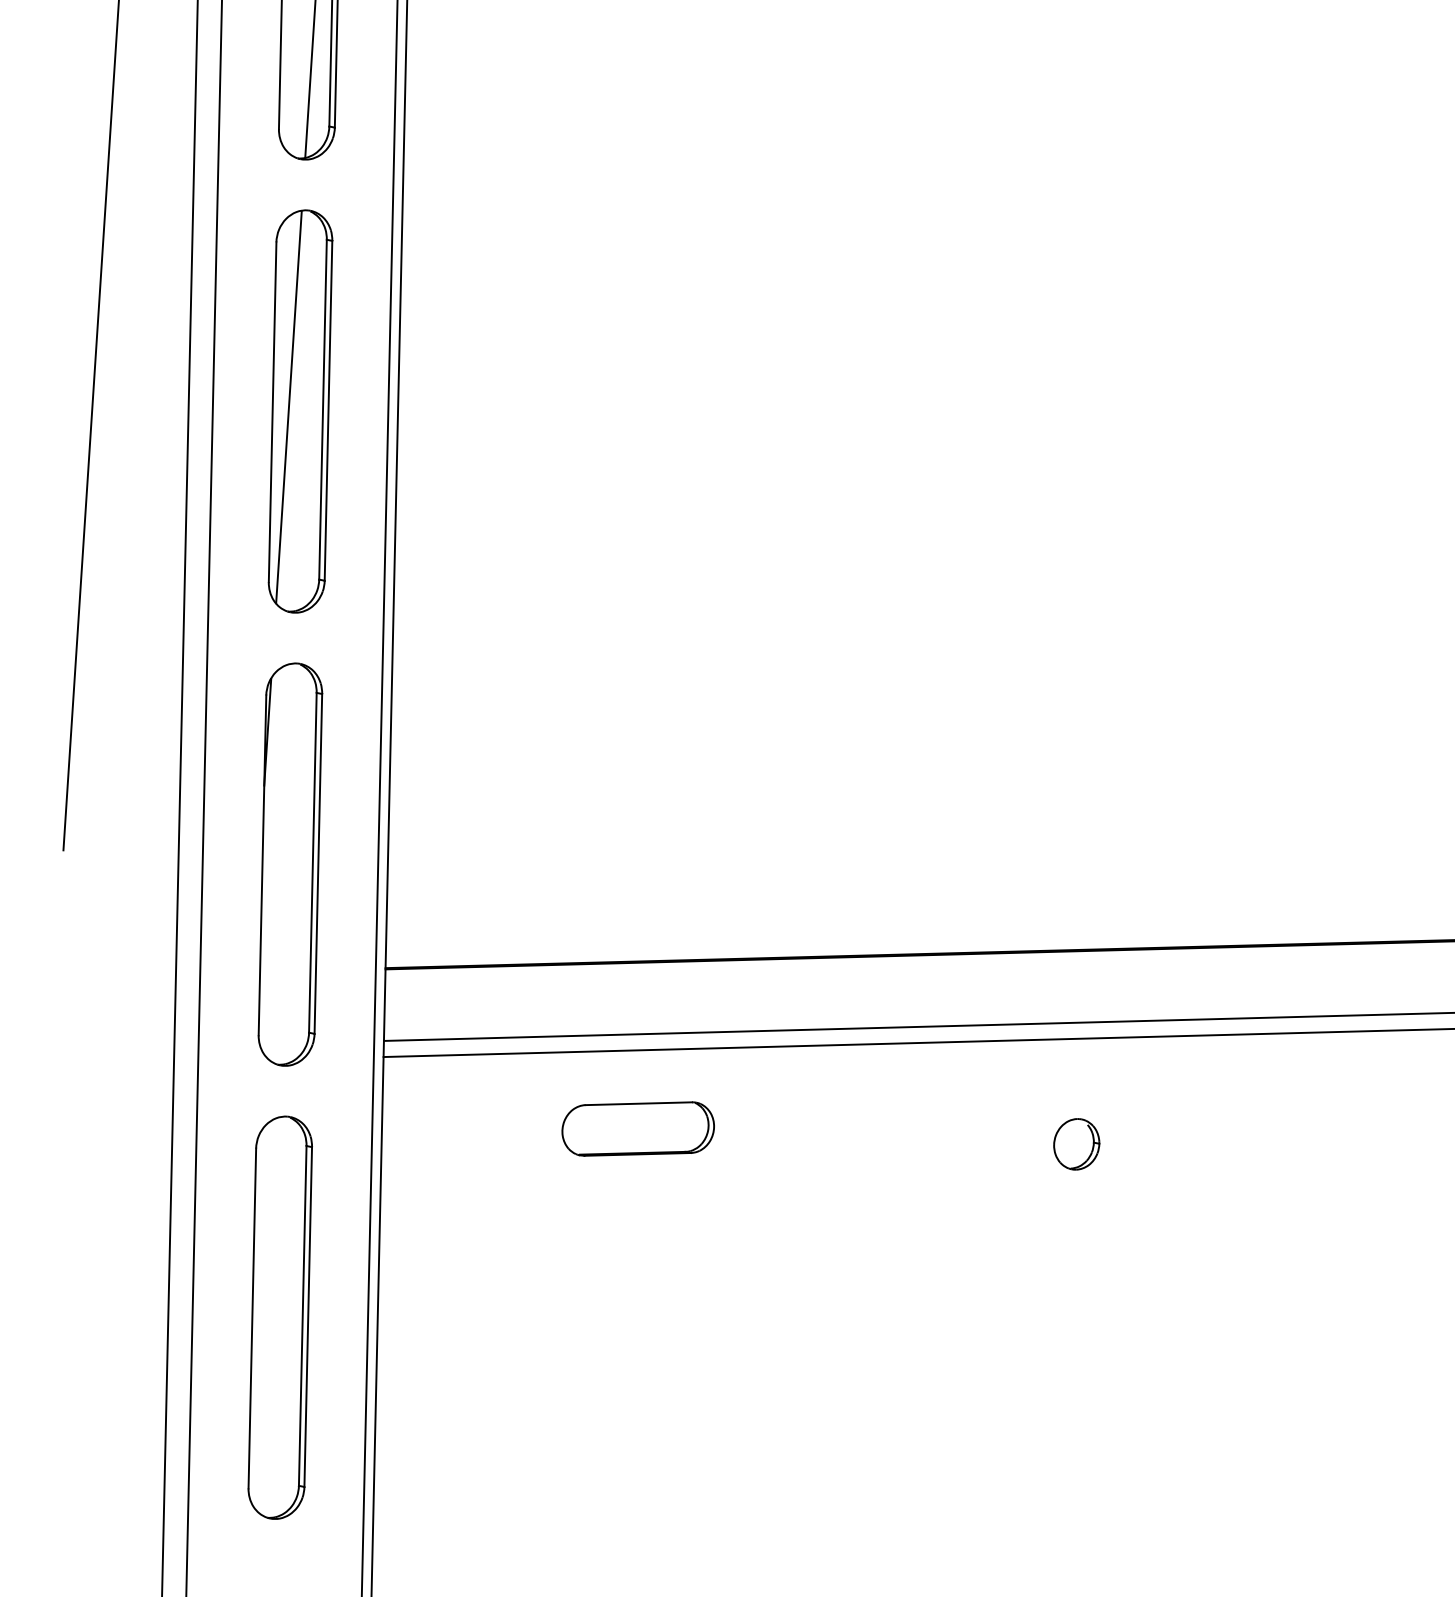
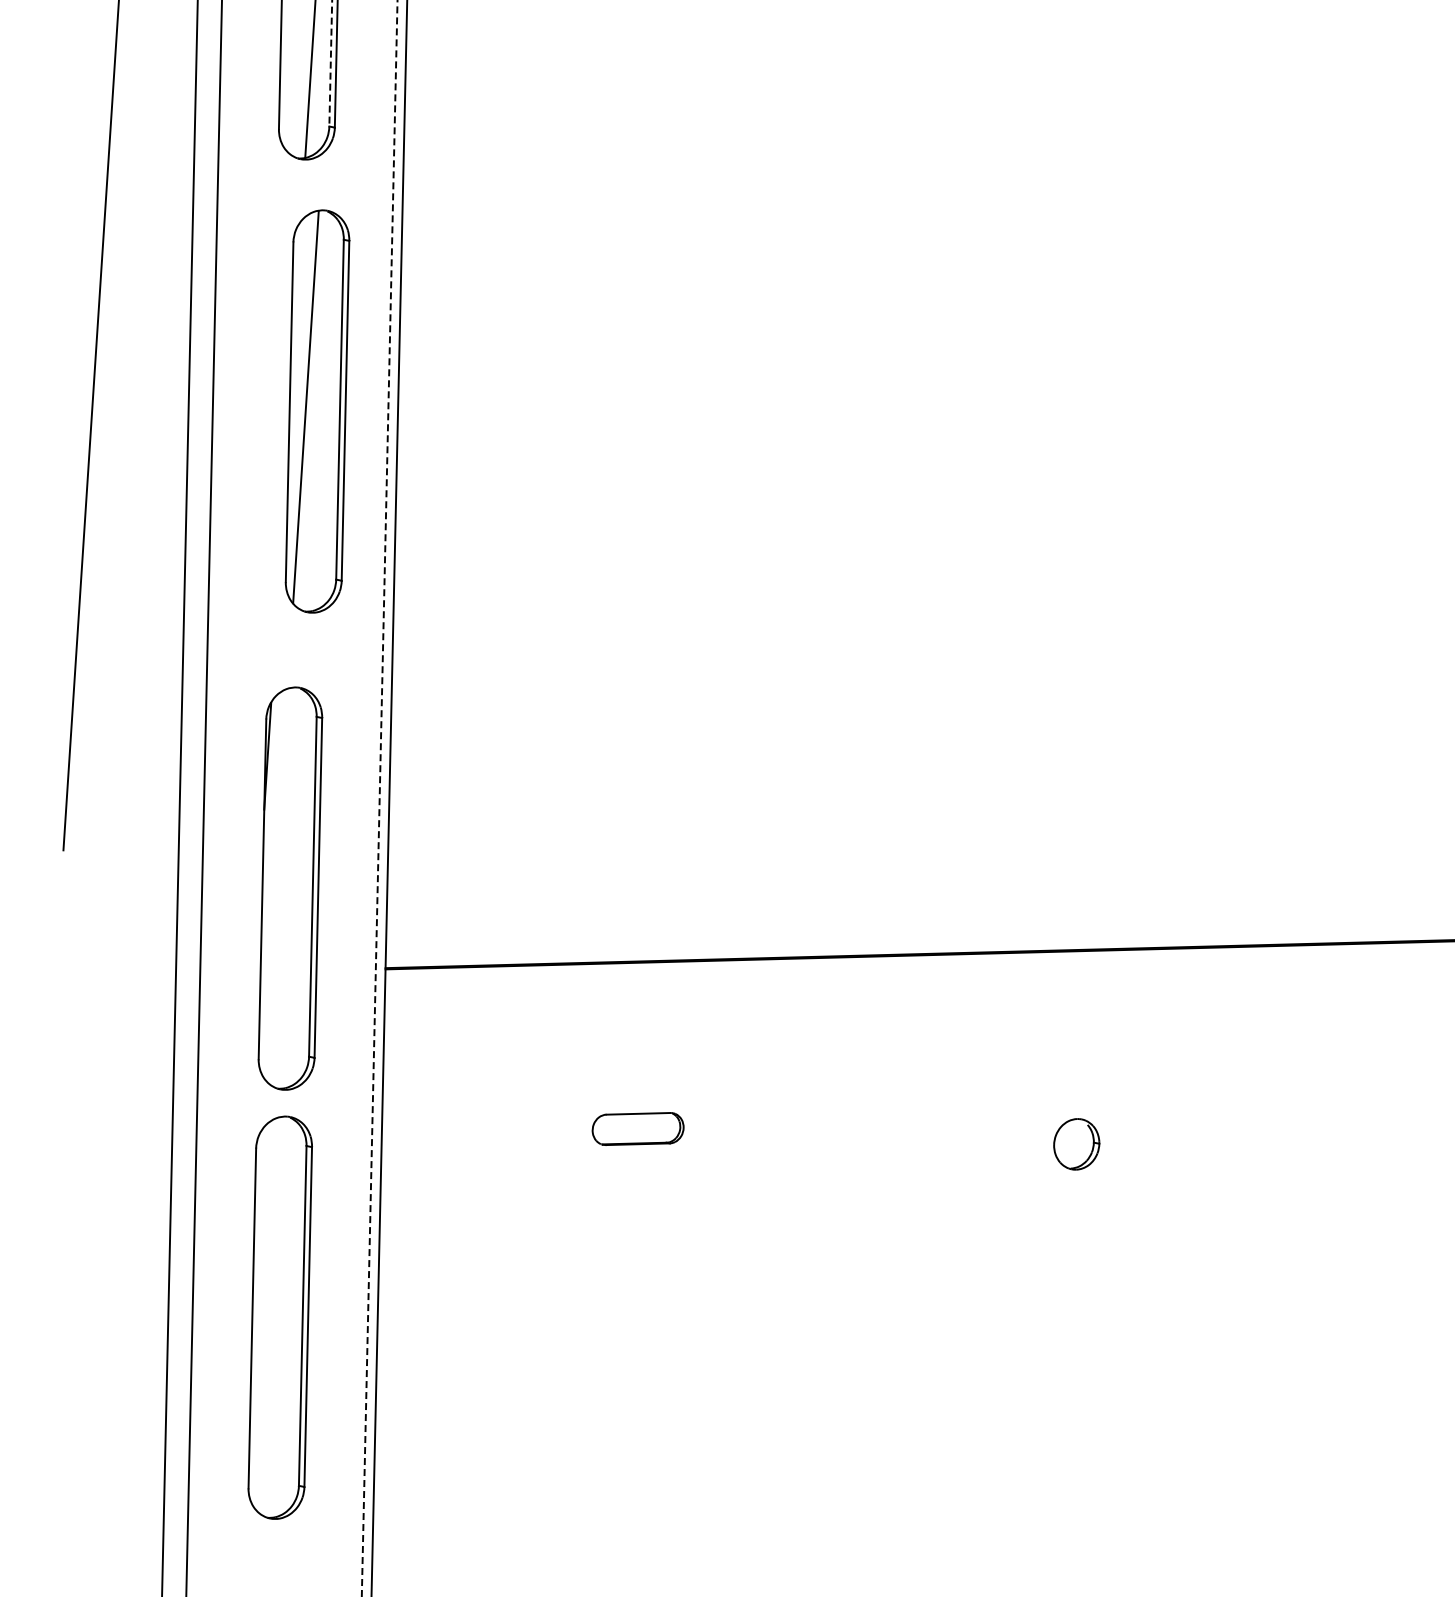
line at (330, 63): solid -> dashed
part at (300, 411) position: (300, 411) -> (317, 411)
line at (379, 799): solid -> dashed
part at (290, 864) position: (290, 864) -> (290, 888)
line at (917, 1026): present -> none
line at (917, 1043): present -> none
part at (637, 1128) size: 154x56 px -> 94x34 px
